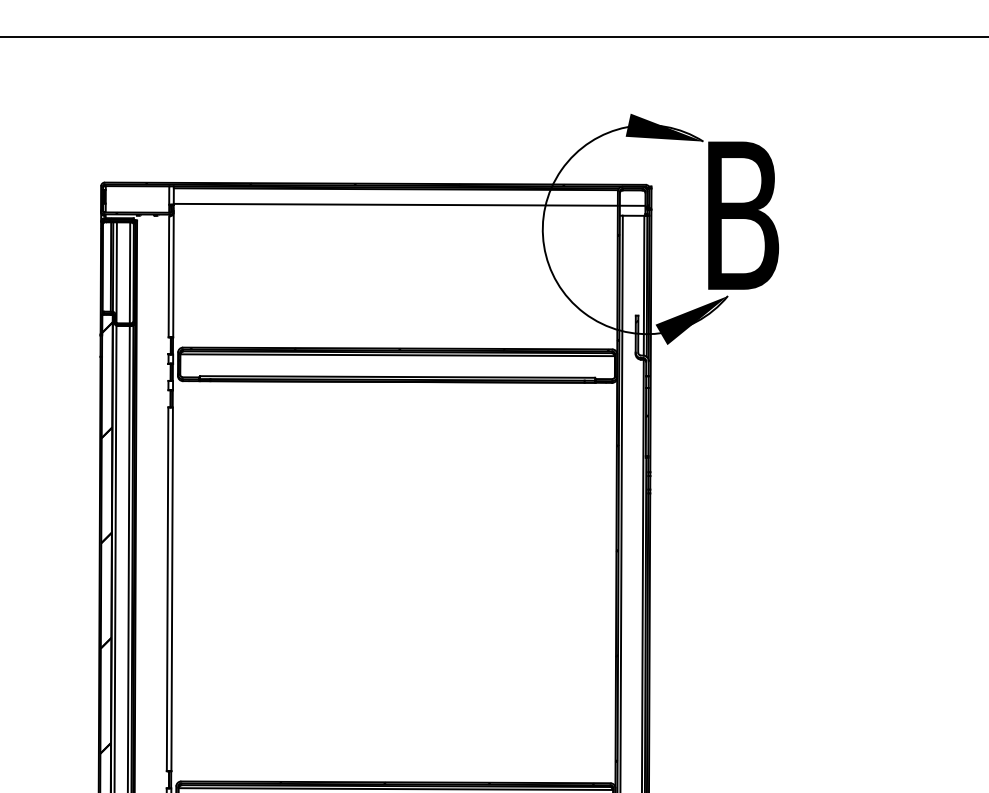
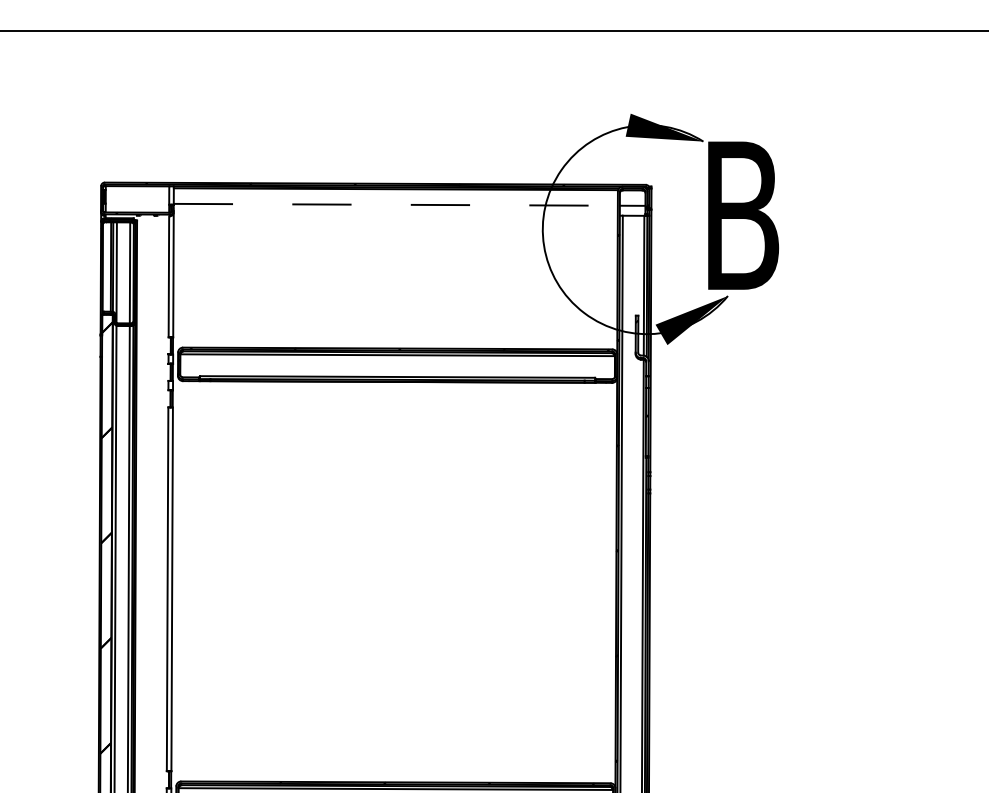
line at (493, 36) position: (493, 36) -> (493, 30)
line at (396, 204): solid -> dashed
